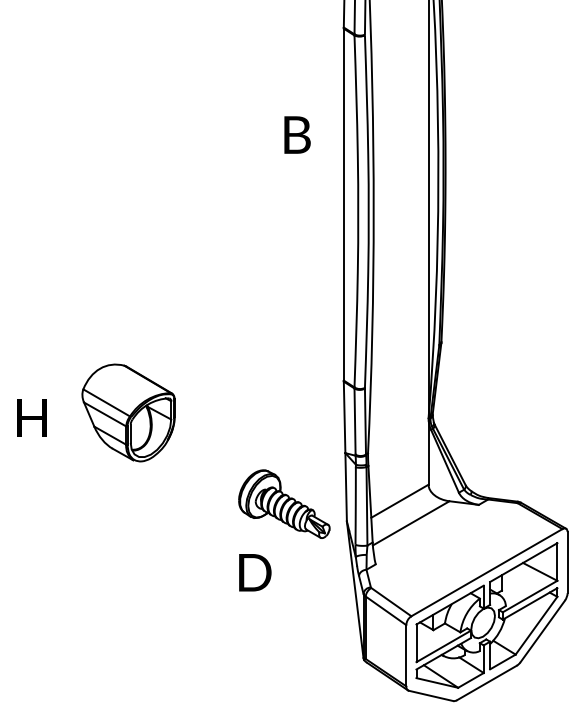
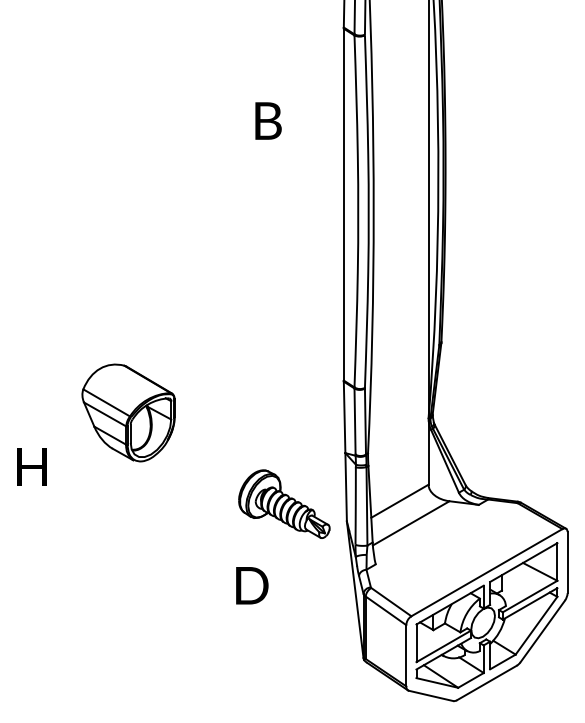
text at (297, 134) position: (297, 134) -> (268, 120)
text at (31, 417) position: (31, 417) -> (31, 466)
text at (255, 572) position: (255, 572) -> (252, 585)
